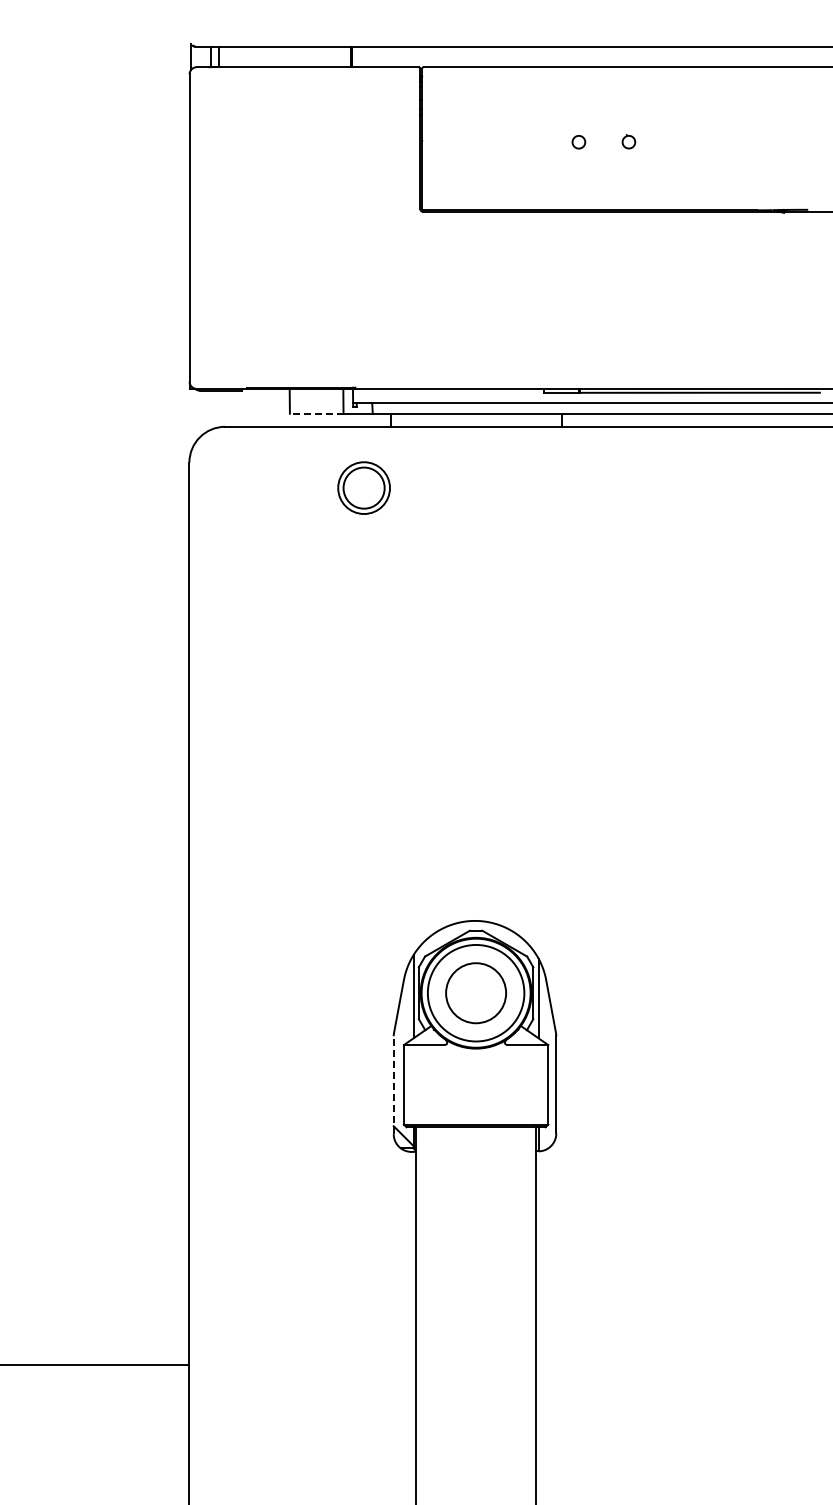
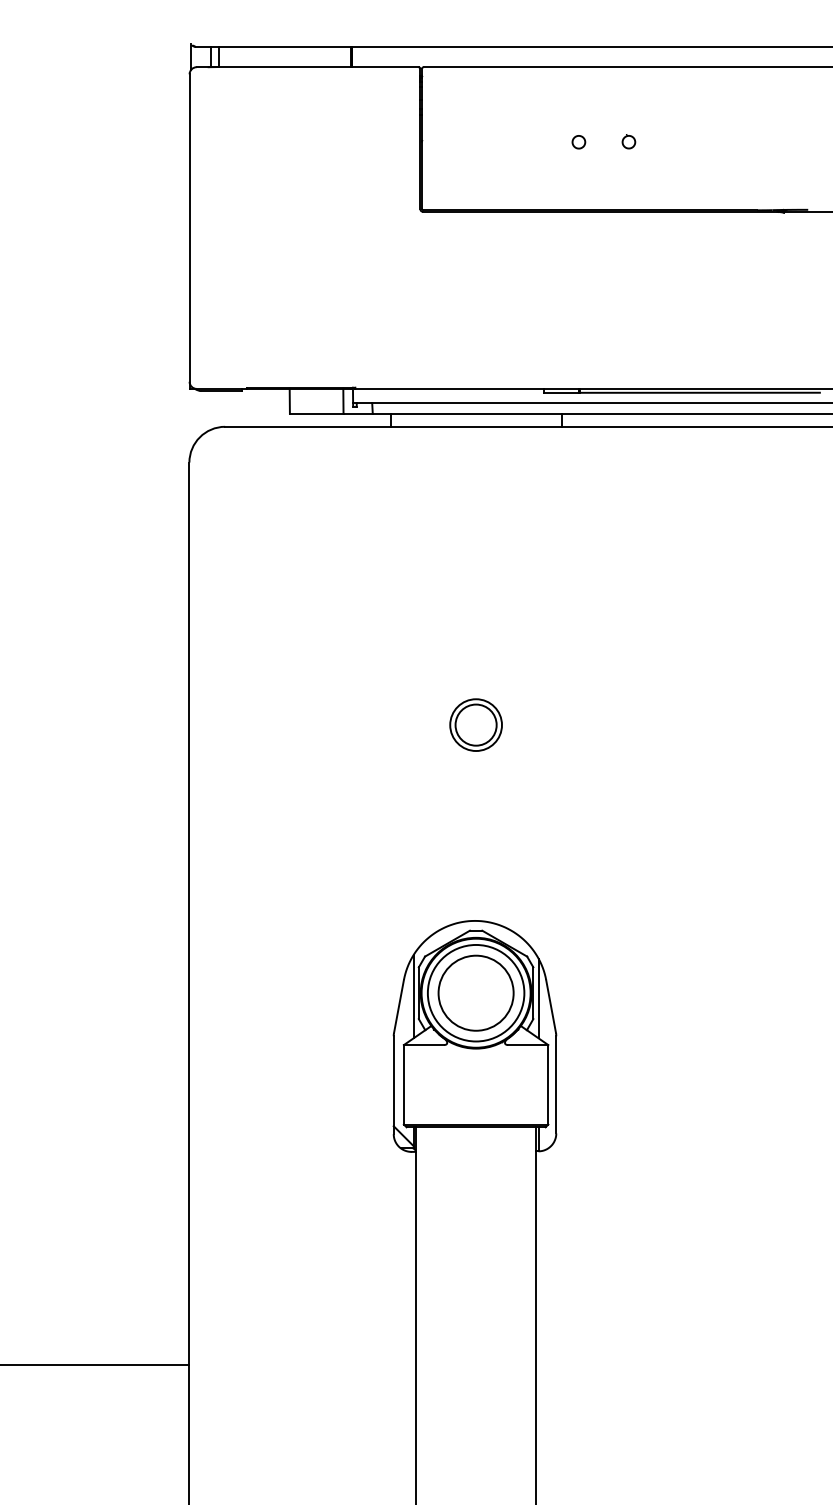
line at (316, 413): dashed -> solid
part at (363, 487) position: (363, 487) -> (475, 724)
circle at (476, 993) diameter: 60 px -> 75 px
line at (393, 1085): dashed -> solid
